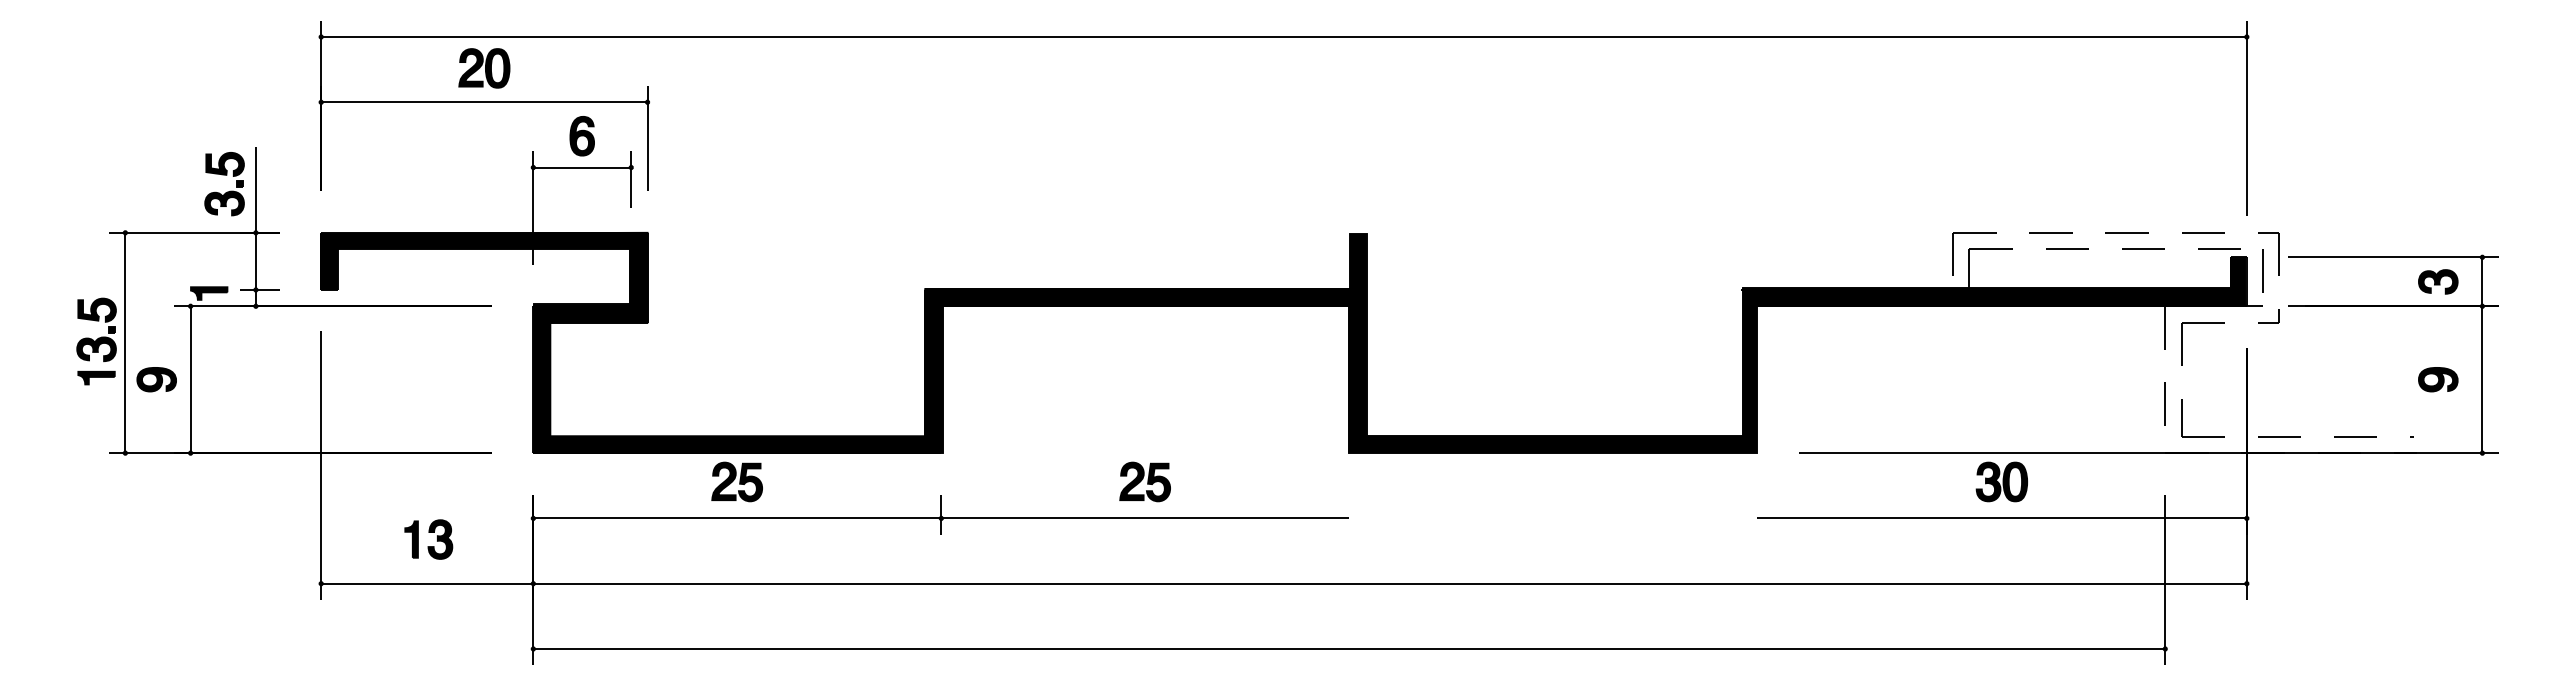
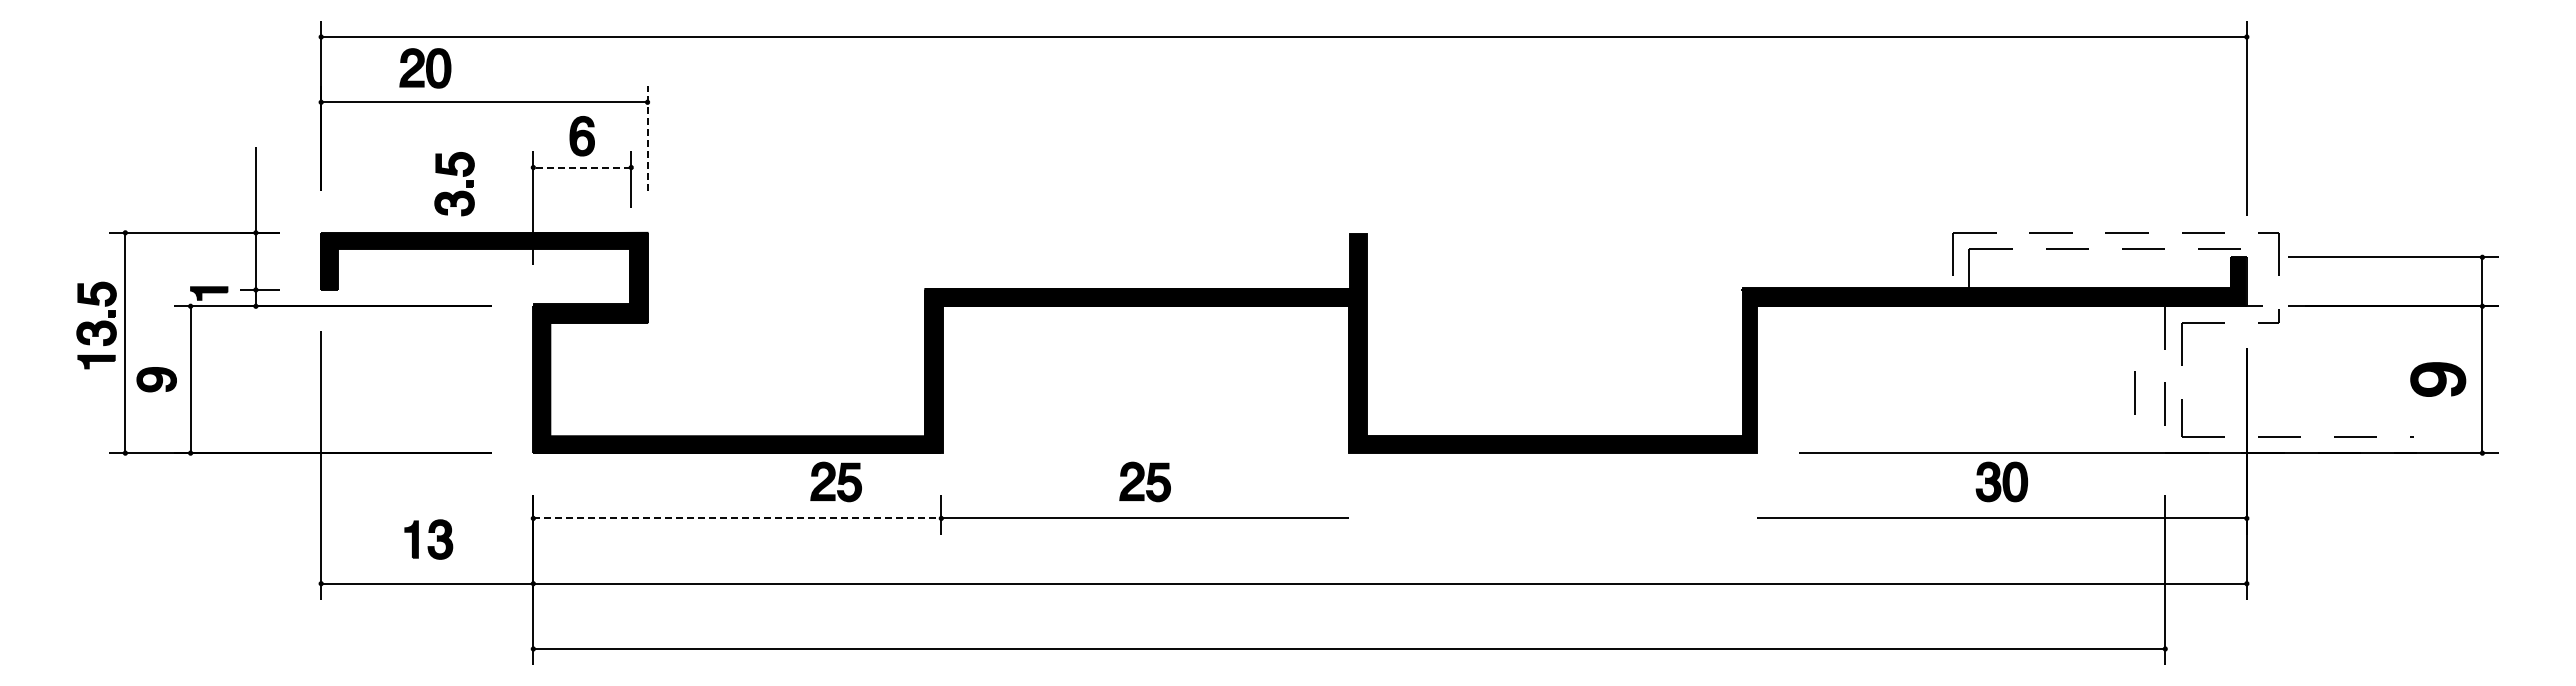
part at (484, 68) position: (484, 68) -> (425, 68)
line at (647, 138): solid -> dashed
line at (582, 167): solid -> dashed
part at (227, 191) position: (227, 191) -> (457, 191)
line at (2262, 270) position: (2262, 270) -> (2134, 392)
part at (2438, 281): present -> none
part at (96, 341) position: (96, 341) -> (96, 325)
part at (2438, 379) size: 41x26 px -> 57x35 px
part at (736, 481) position: (736, 481) -> (835, 481)
line at (737, 518): solid -> dashed
